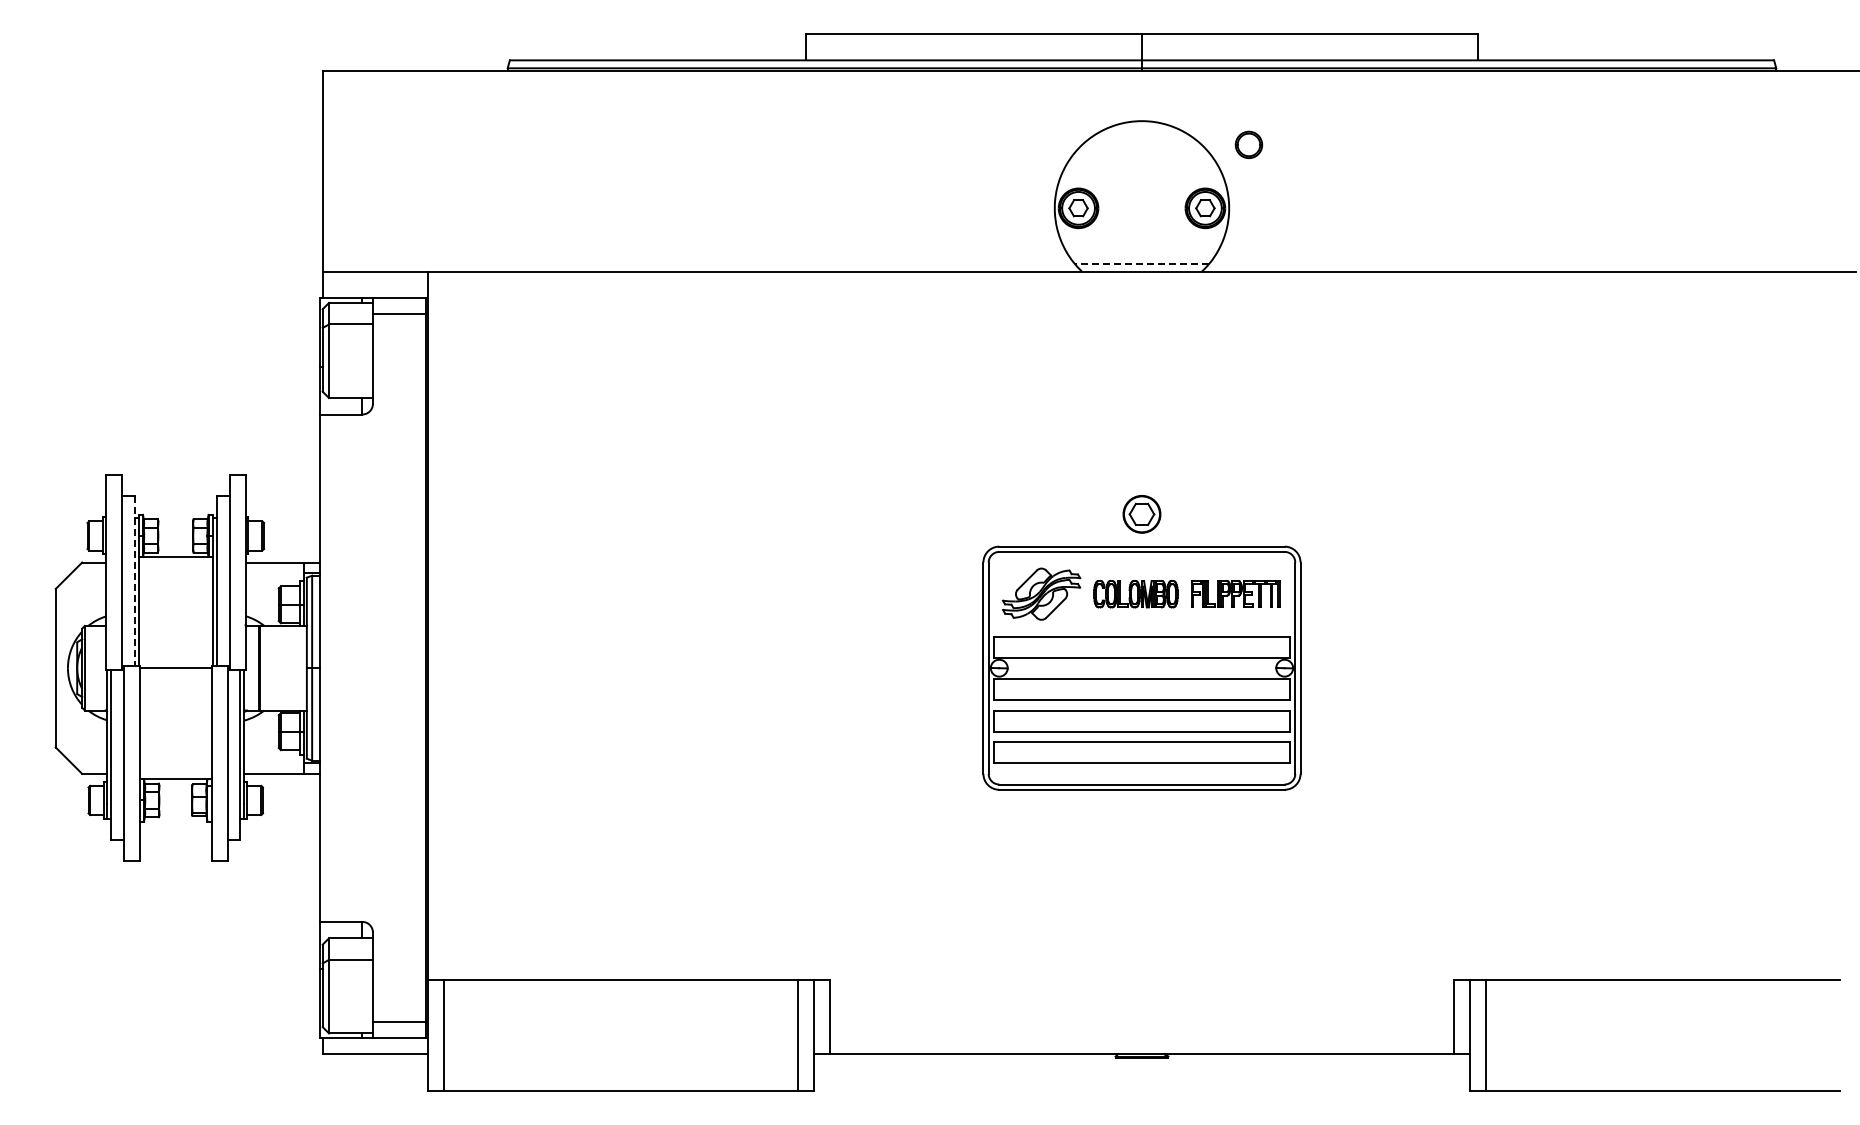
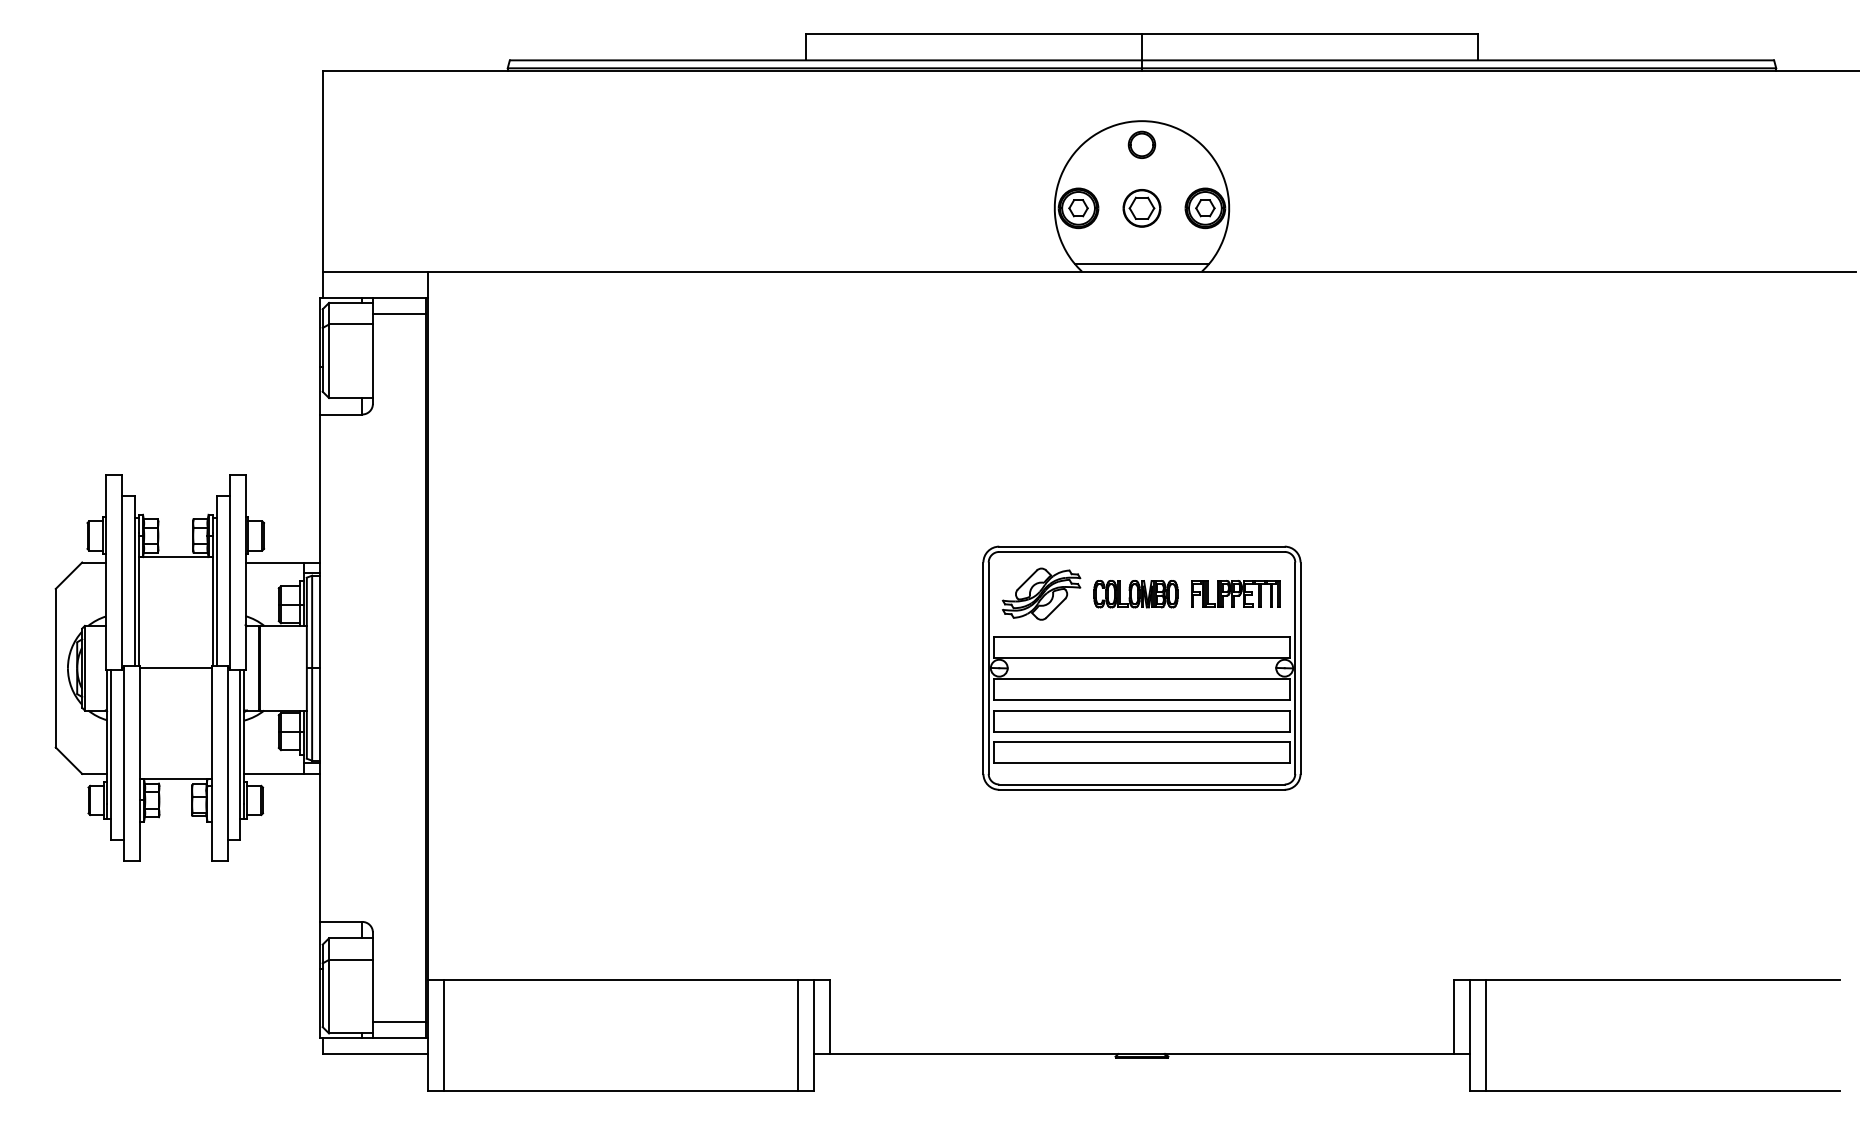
part at (1248, 144) position: (1248, 144) -> (1141, 144)
line at (1141, 263): dashed -> solid
part at (1141, 514) position: (1141, 514) -> (1141, 208)
line at (134, 581): dashed -> solid
